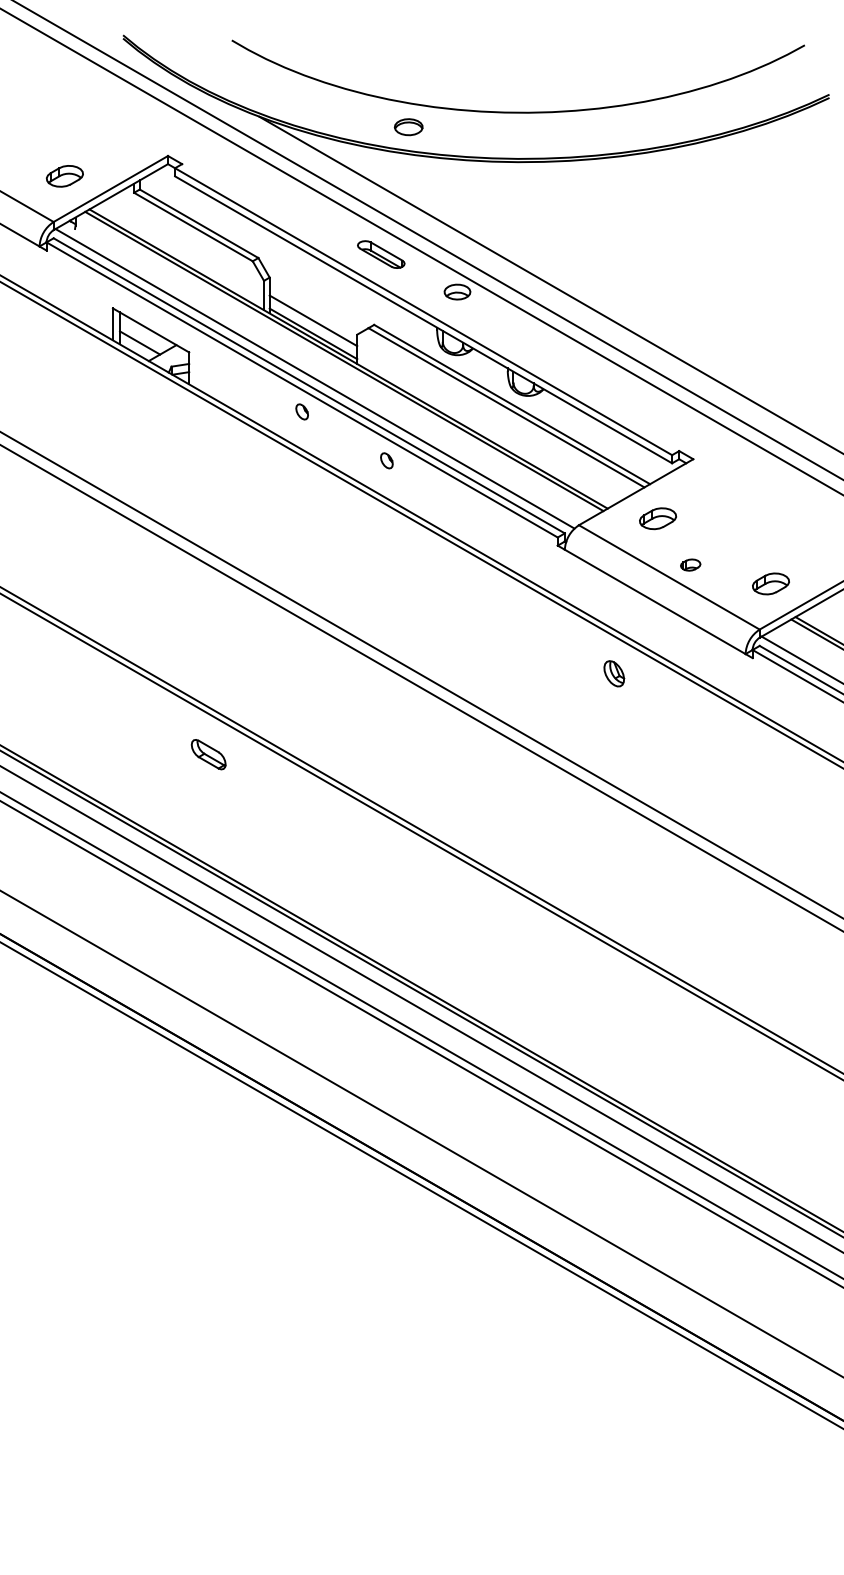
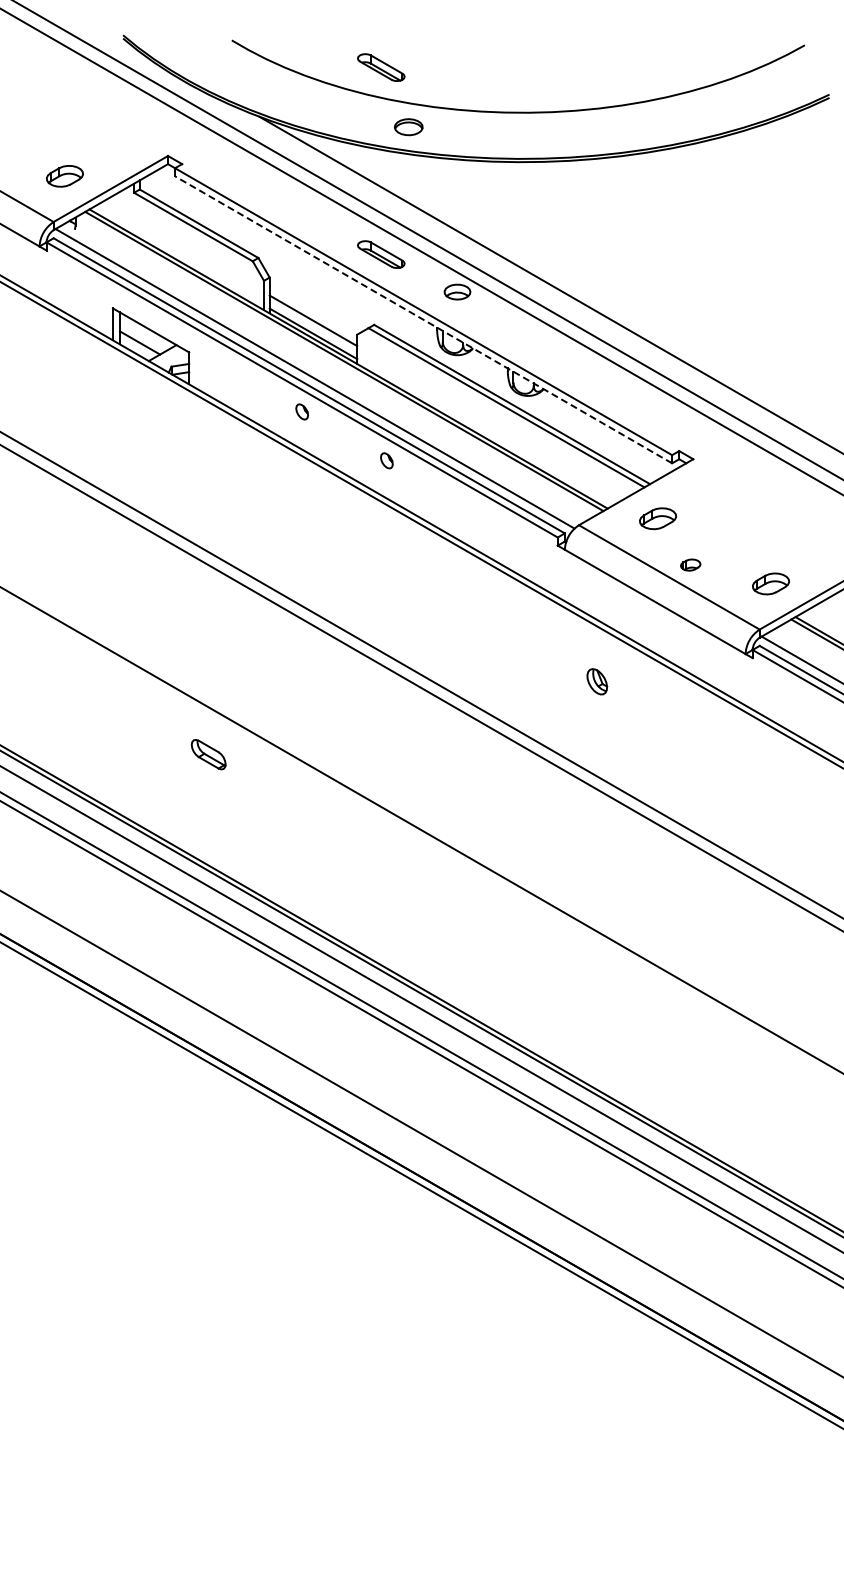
part at (381, 67): none -> present
line at (423, 319): solid -> dashed
part at (614, 673) position: (614, 673) -> (597, 681)
line at (421, 836): present -> none
